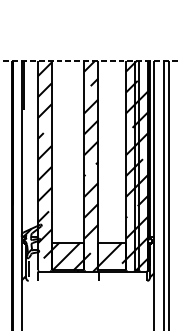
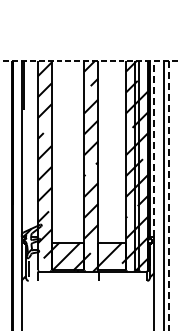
line at (154, 148): solid -> dashed
line at (168, 195): solid -> dashed
